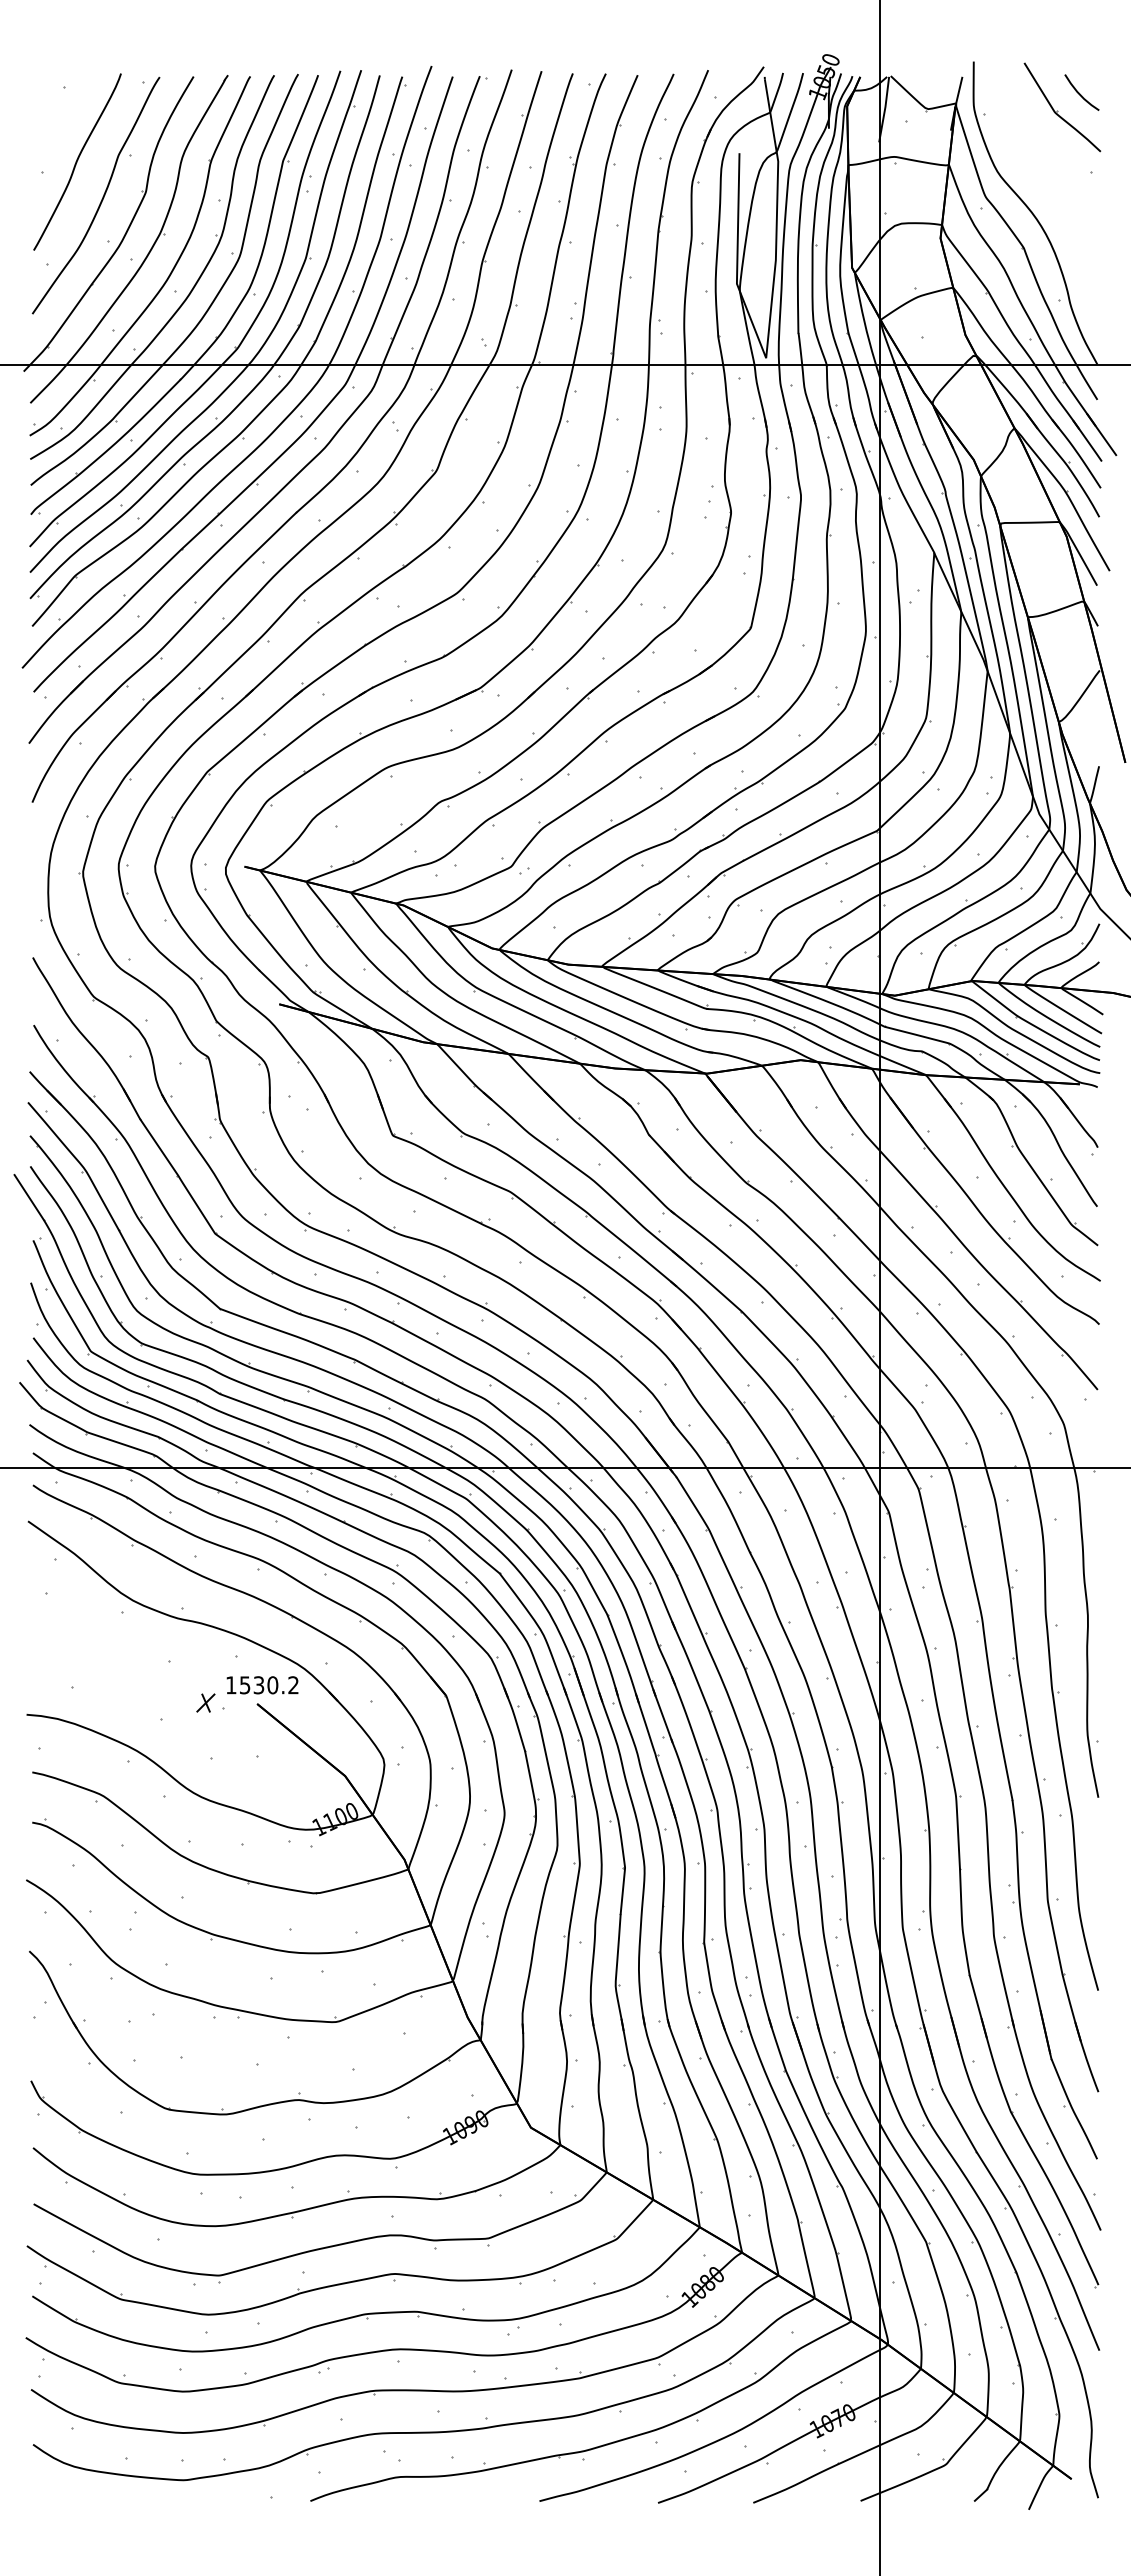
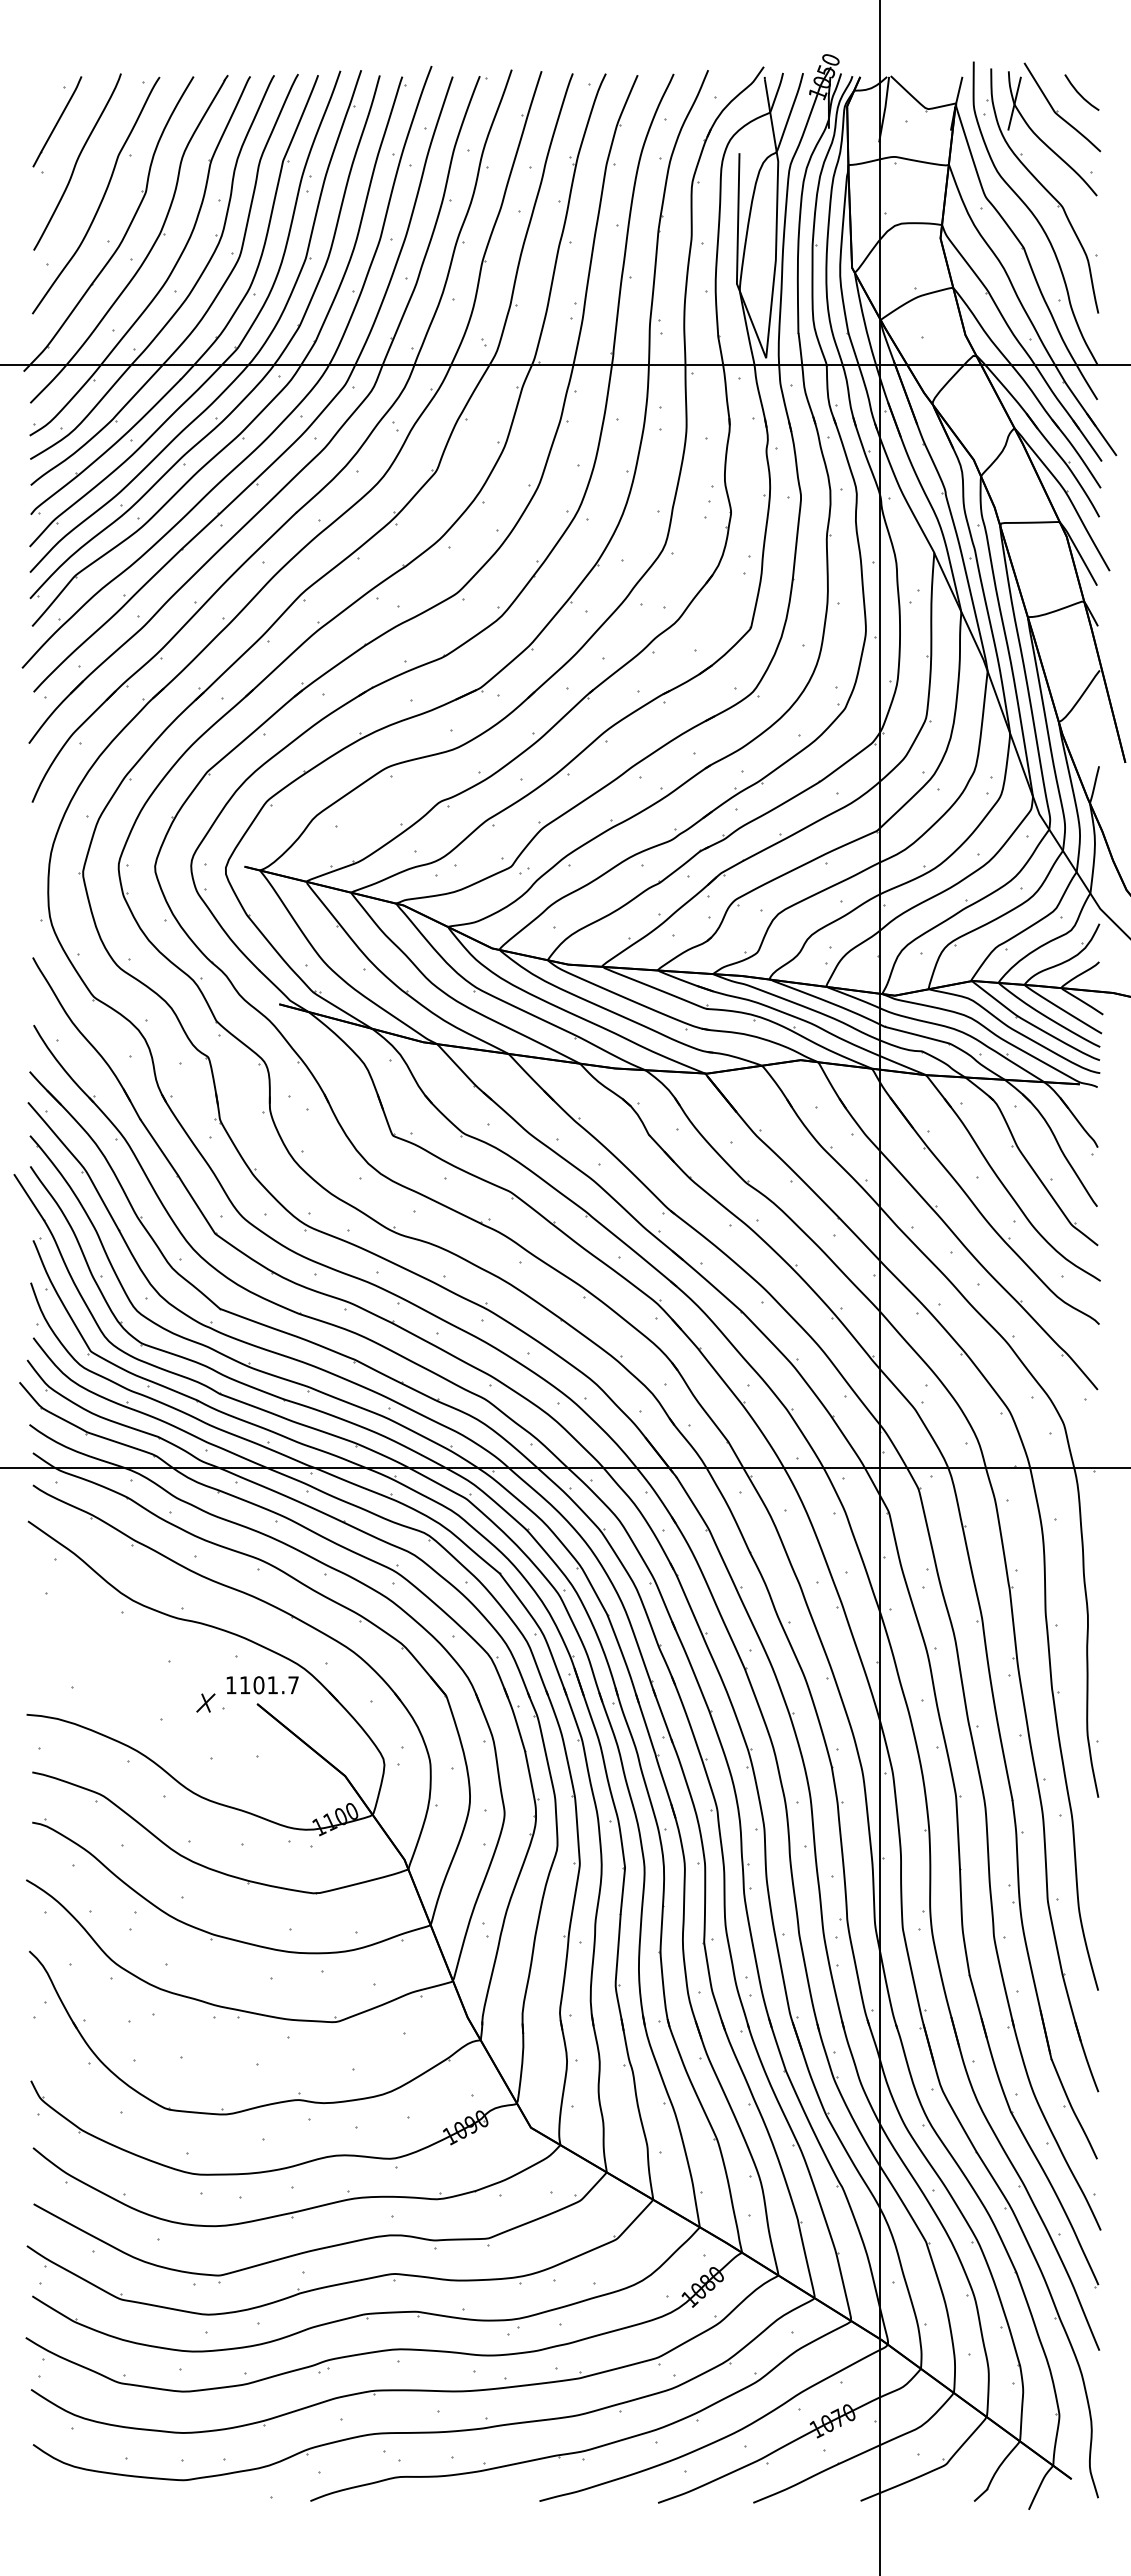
line at (57, 121): none -> present
part at (1042, 190): none -> present
text at (269, 1685): 1530.2 -> 1101.7
